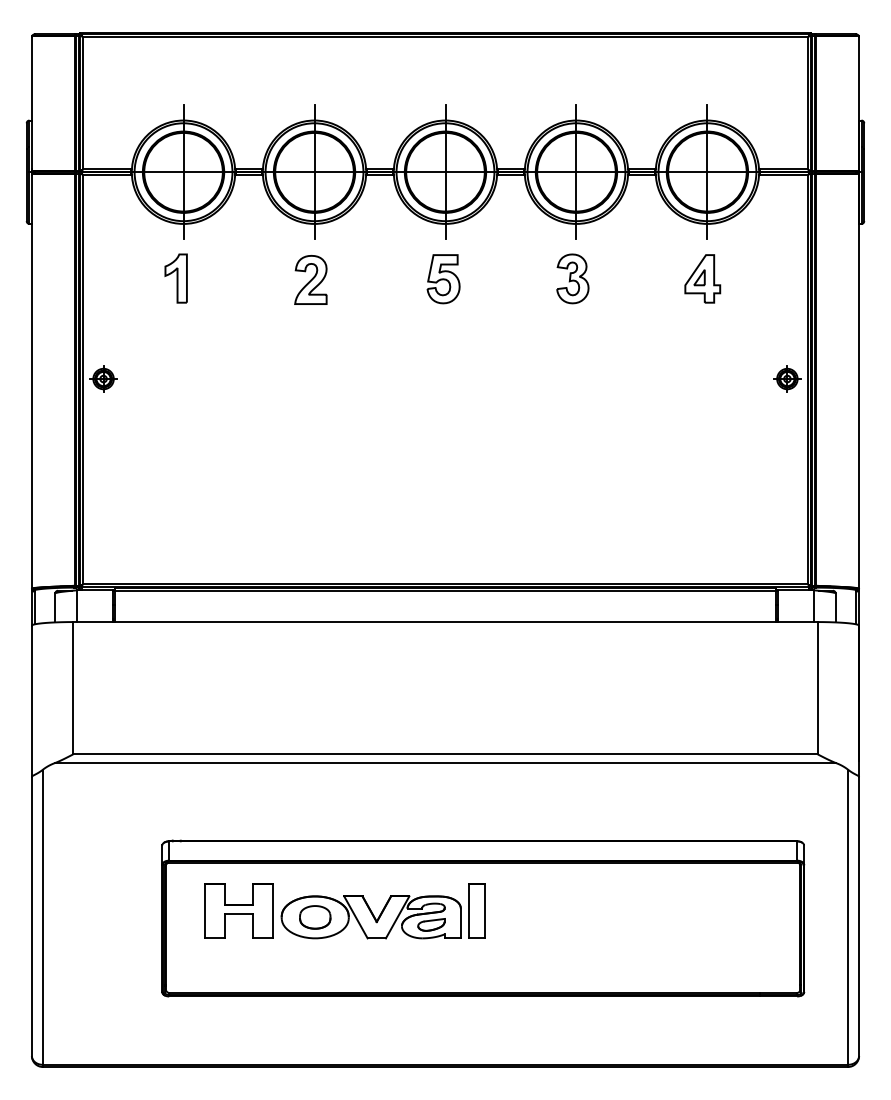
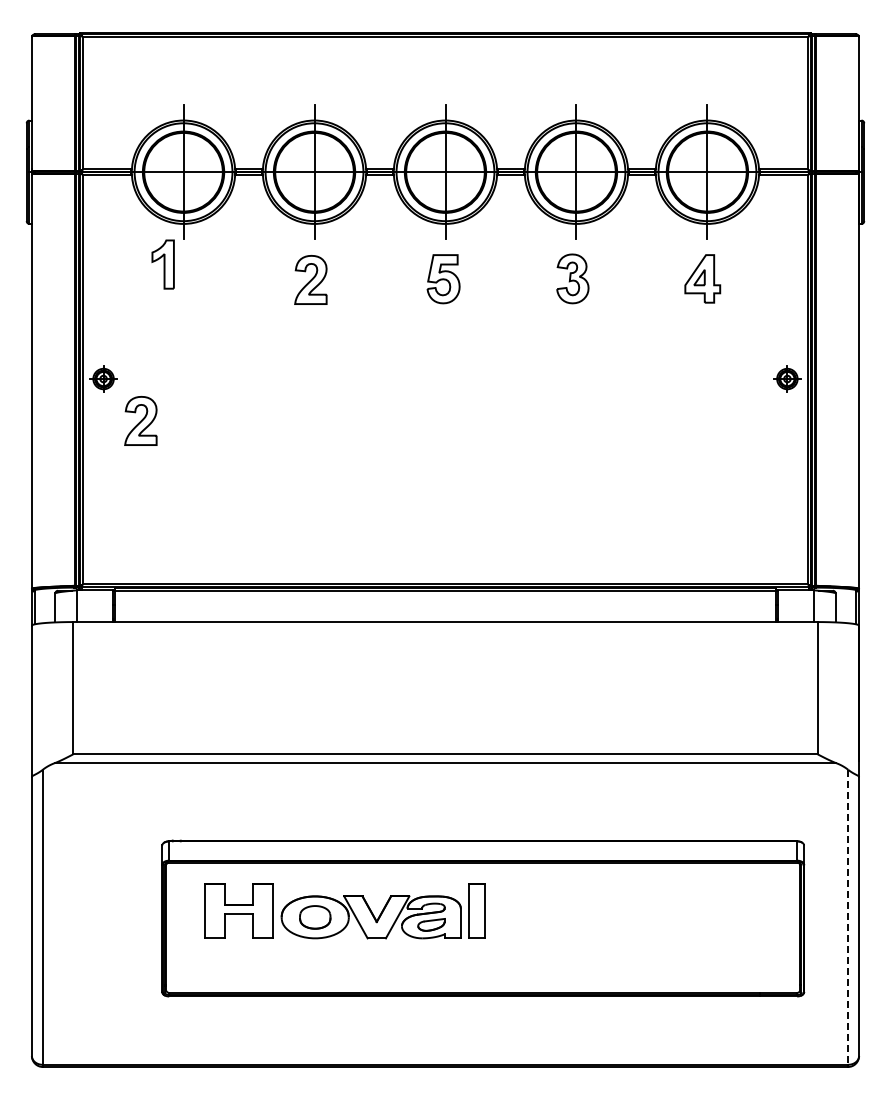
part at (175, 278) position: (175, 278) -> (162, 264)
part at (140, 420): none -> present
line at (848, 917): solid -> dashed
